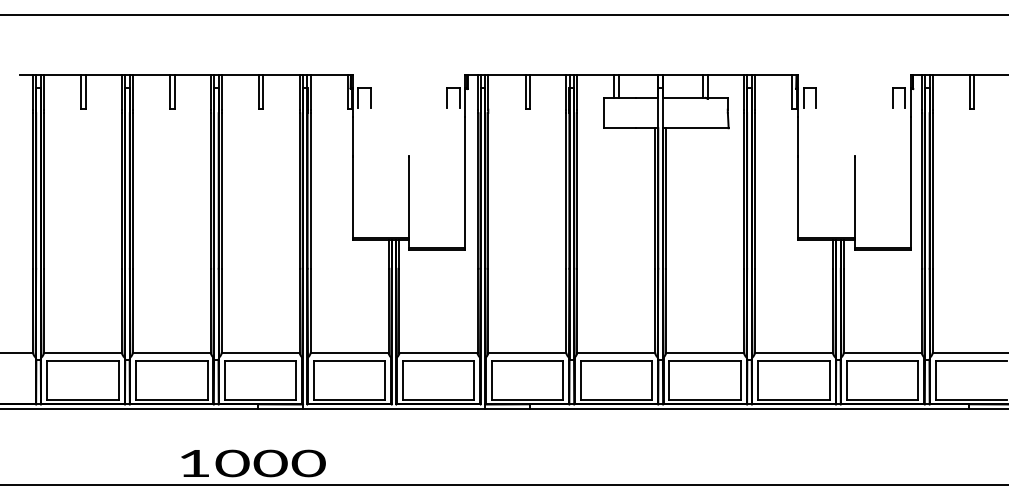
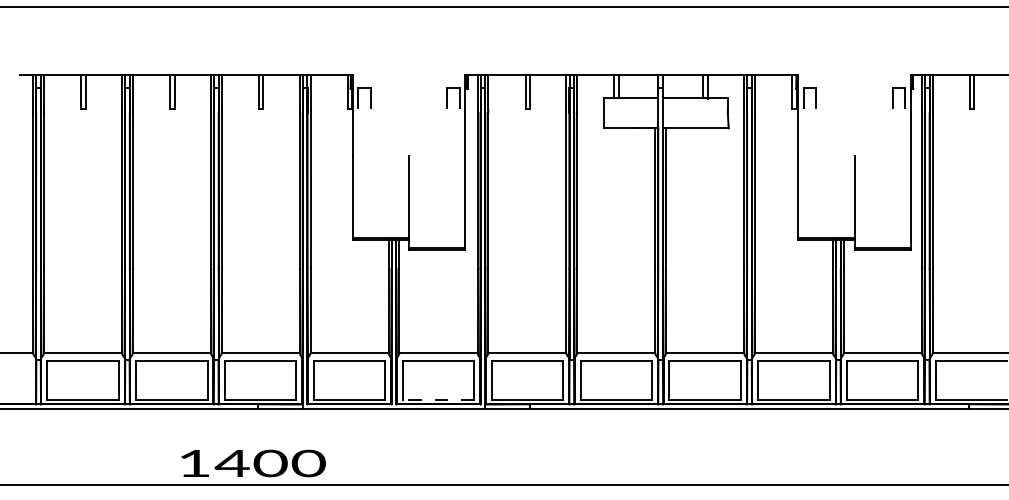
line at (503, 14) position: (503, 14) -> (503, 6)
line at (438, 399): solid -> dashed
text at (231, 463): 1000 -> 1400
